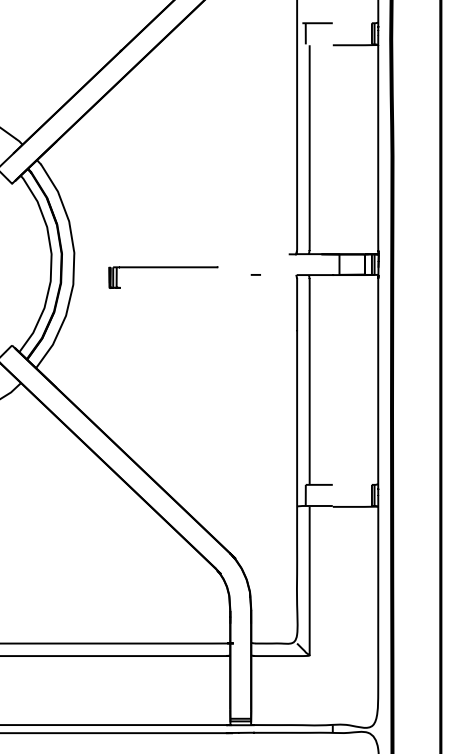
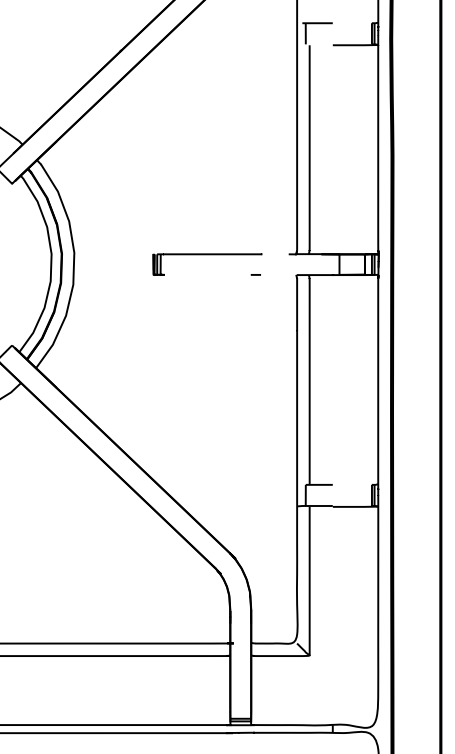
part at (163, 268) position: (163, 268) -> (207, 255)
